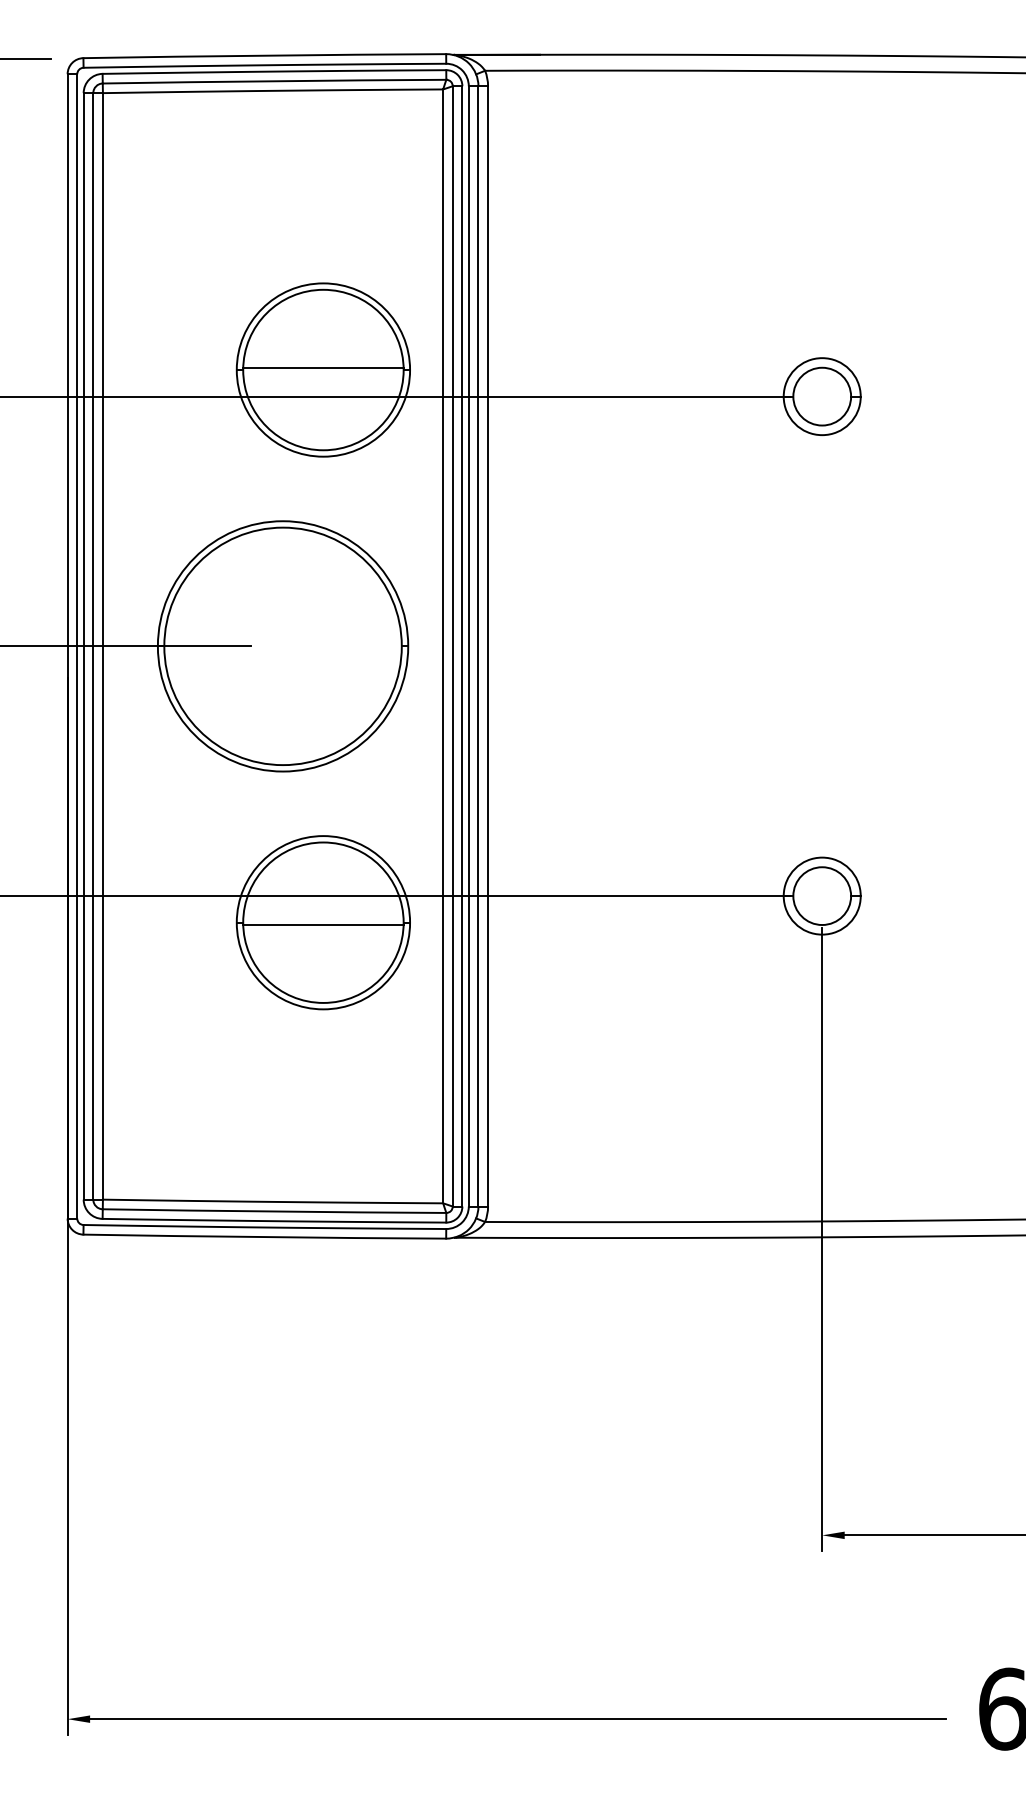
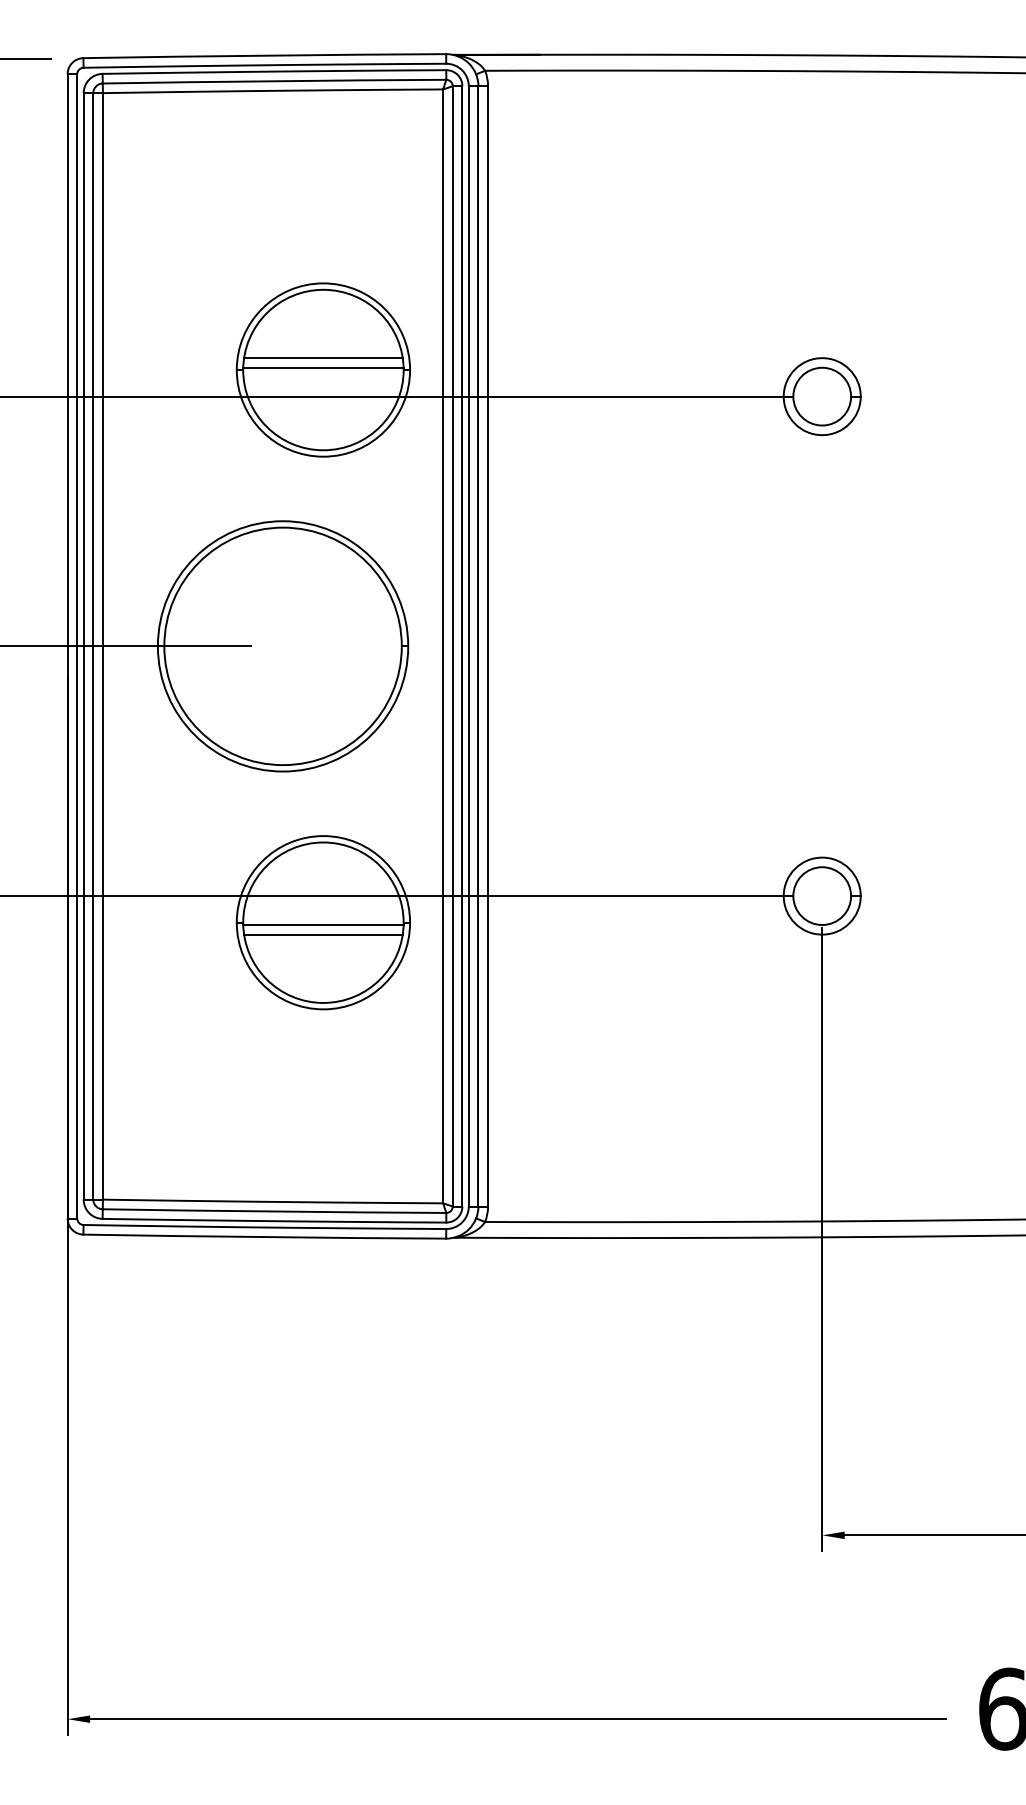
line at (323, 357): none -> present
line at (323, 934): none -> present
